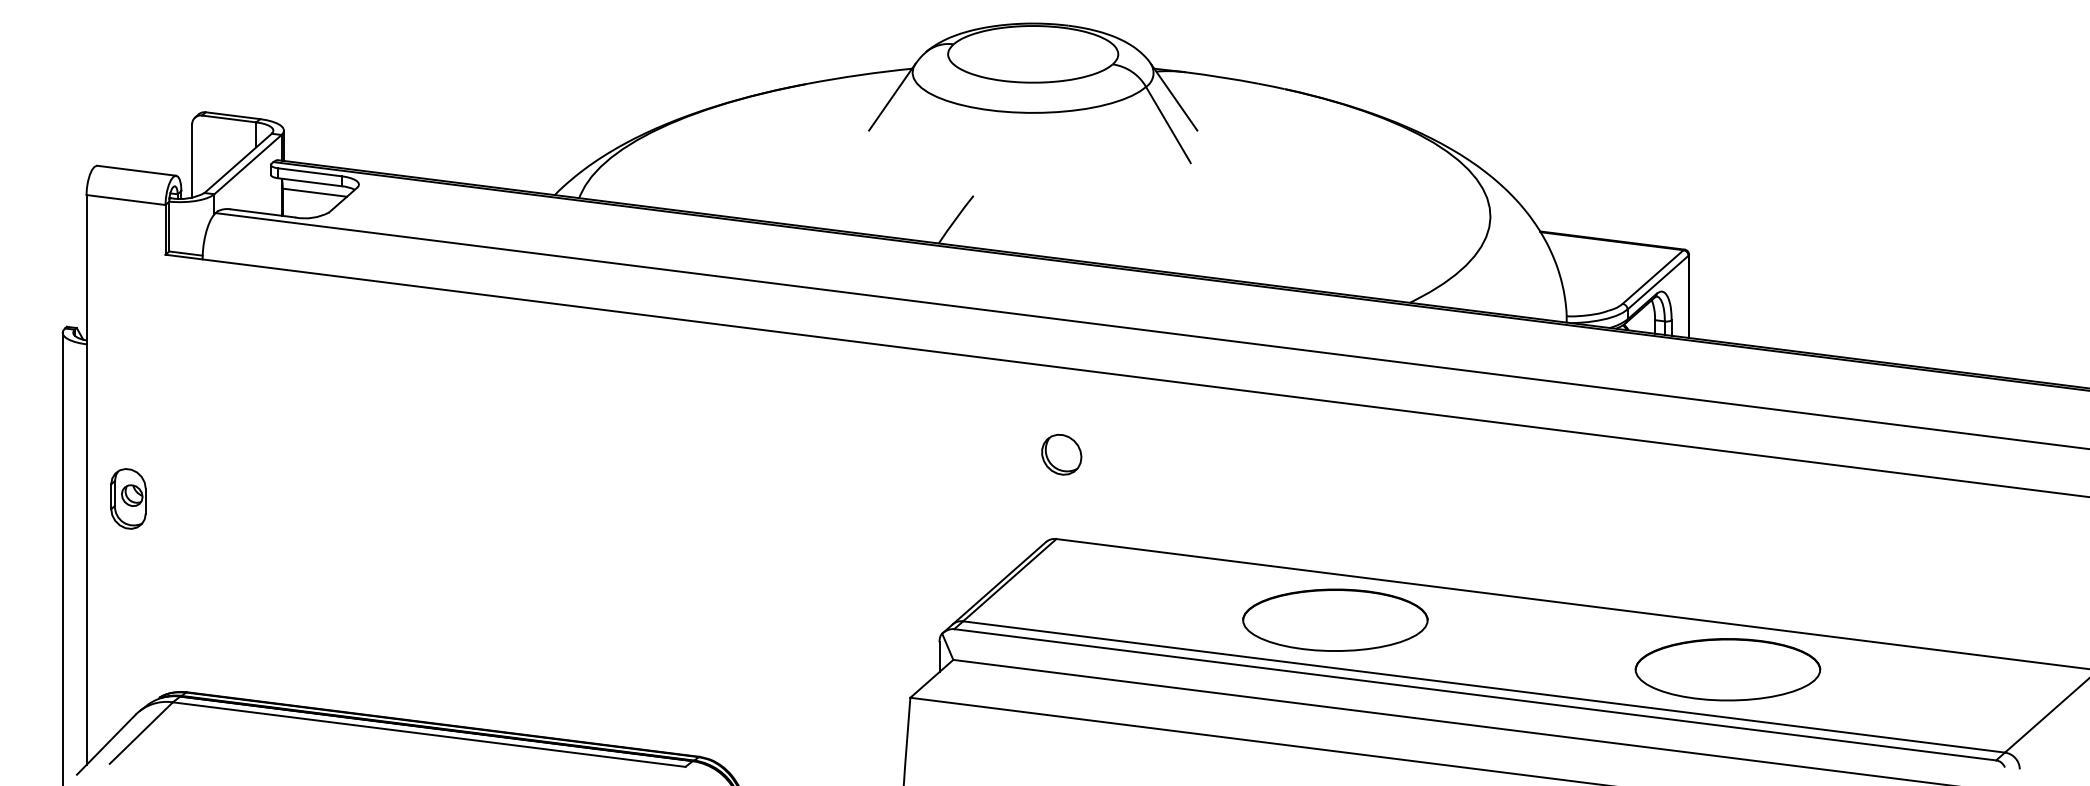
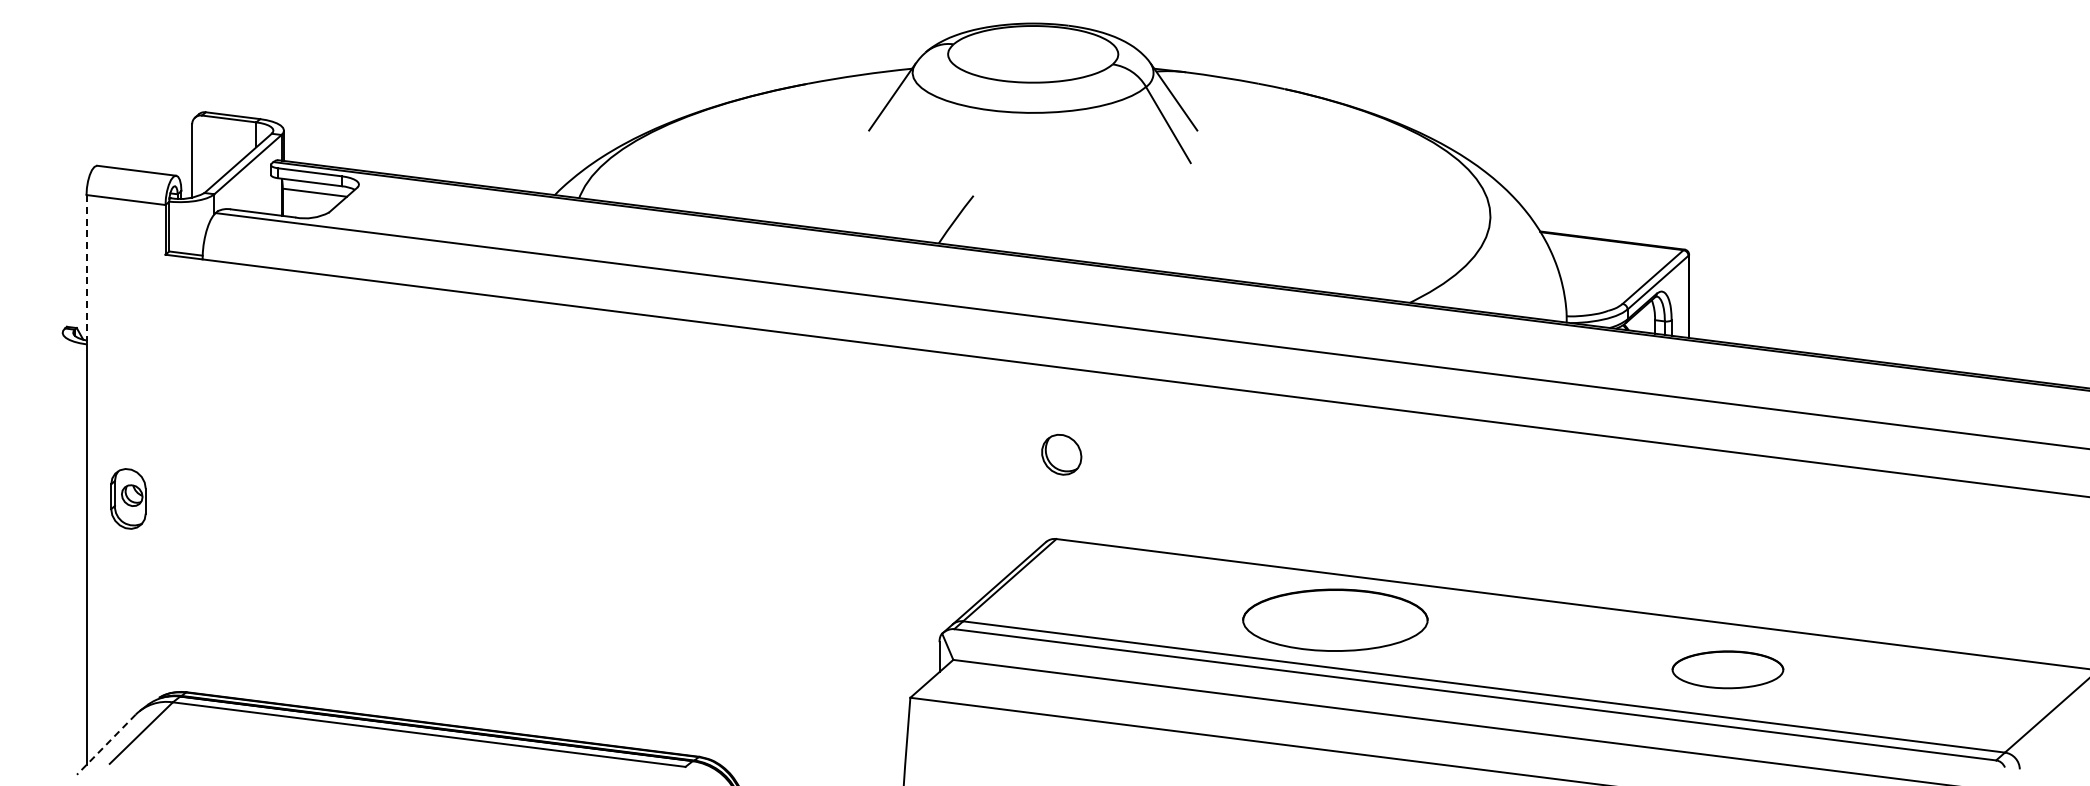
line at (86, 269): solid -> dashed
line at (62, 557): present -> none
part at (1727, 669) size: 188x64 px -> 114x40 px
line at (106, 745): solid -> dashed
